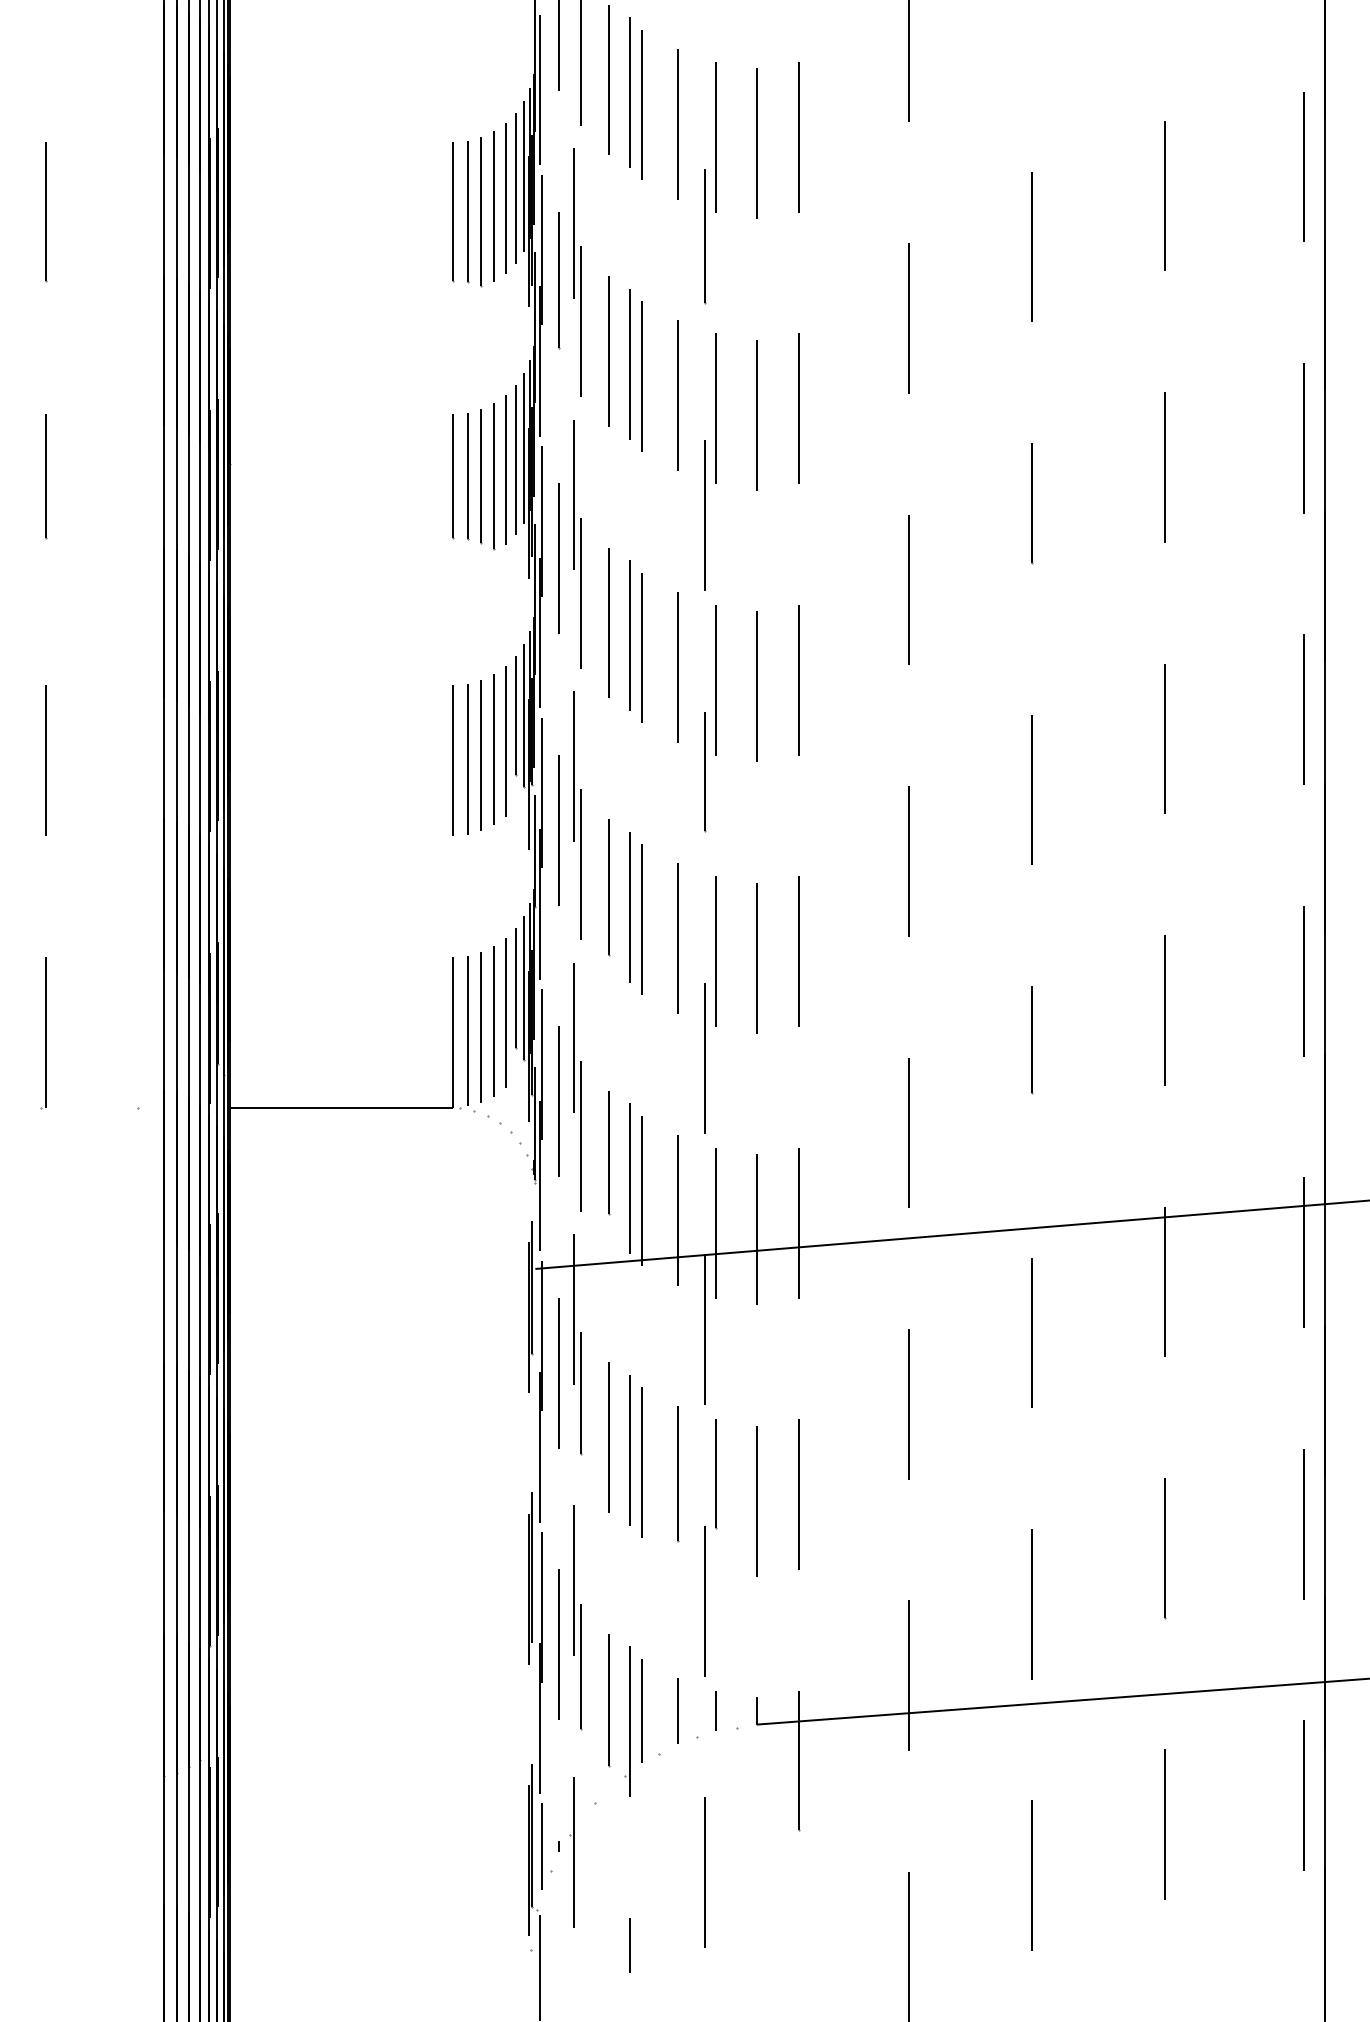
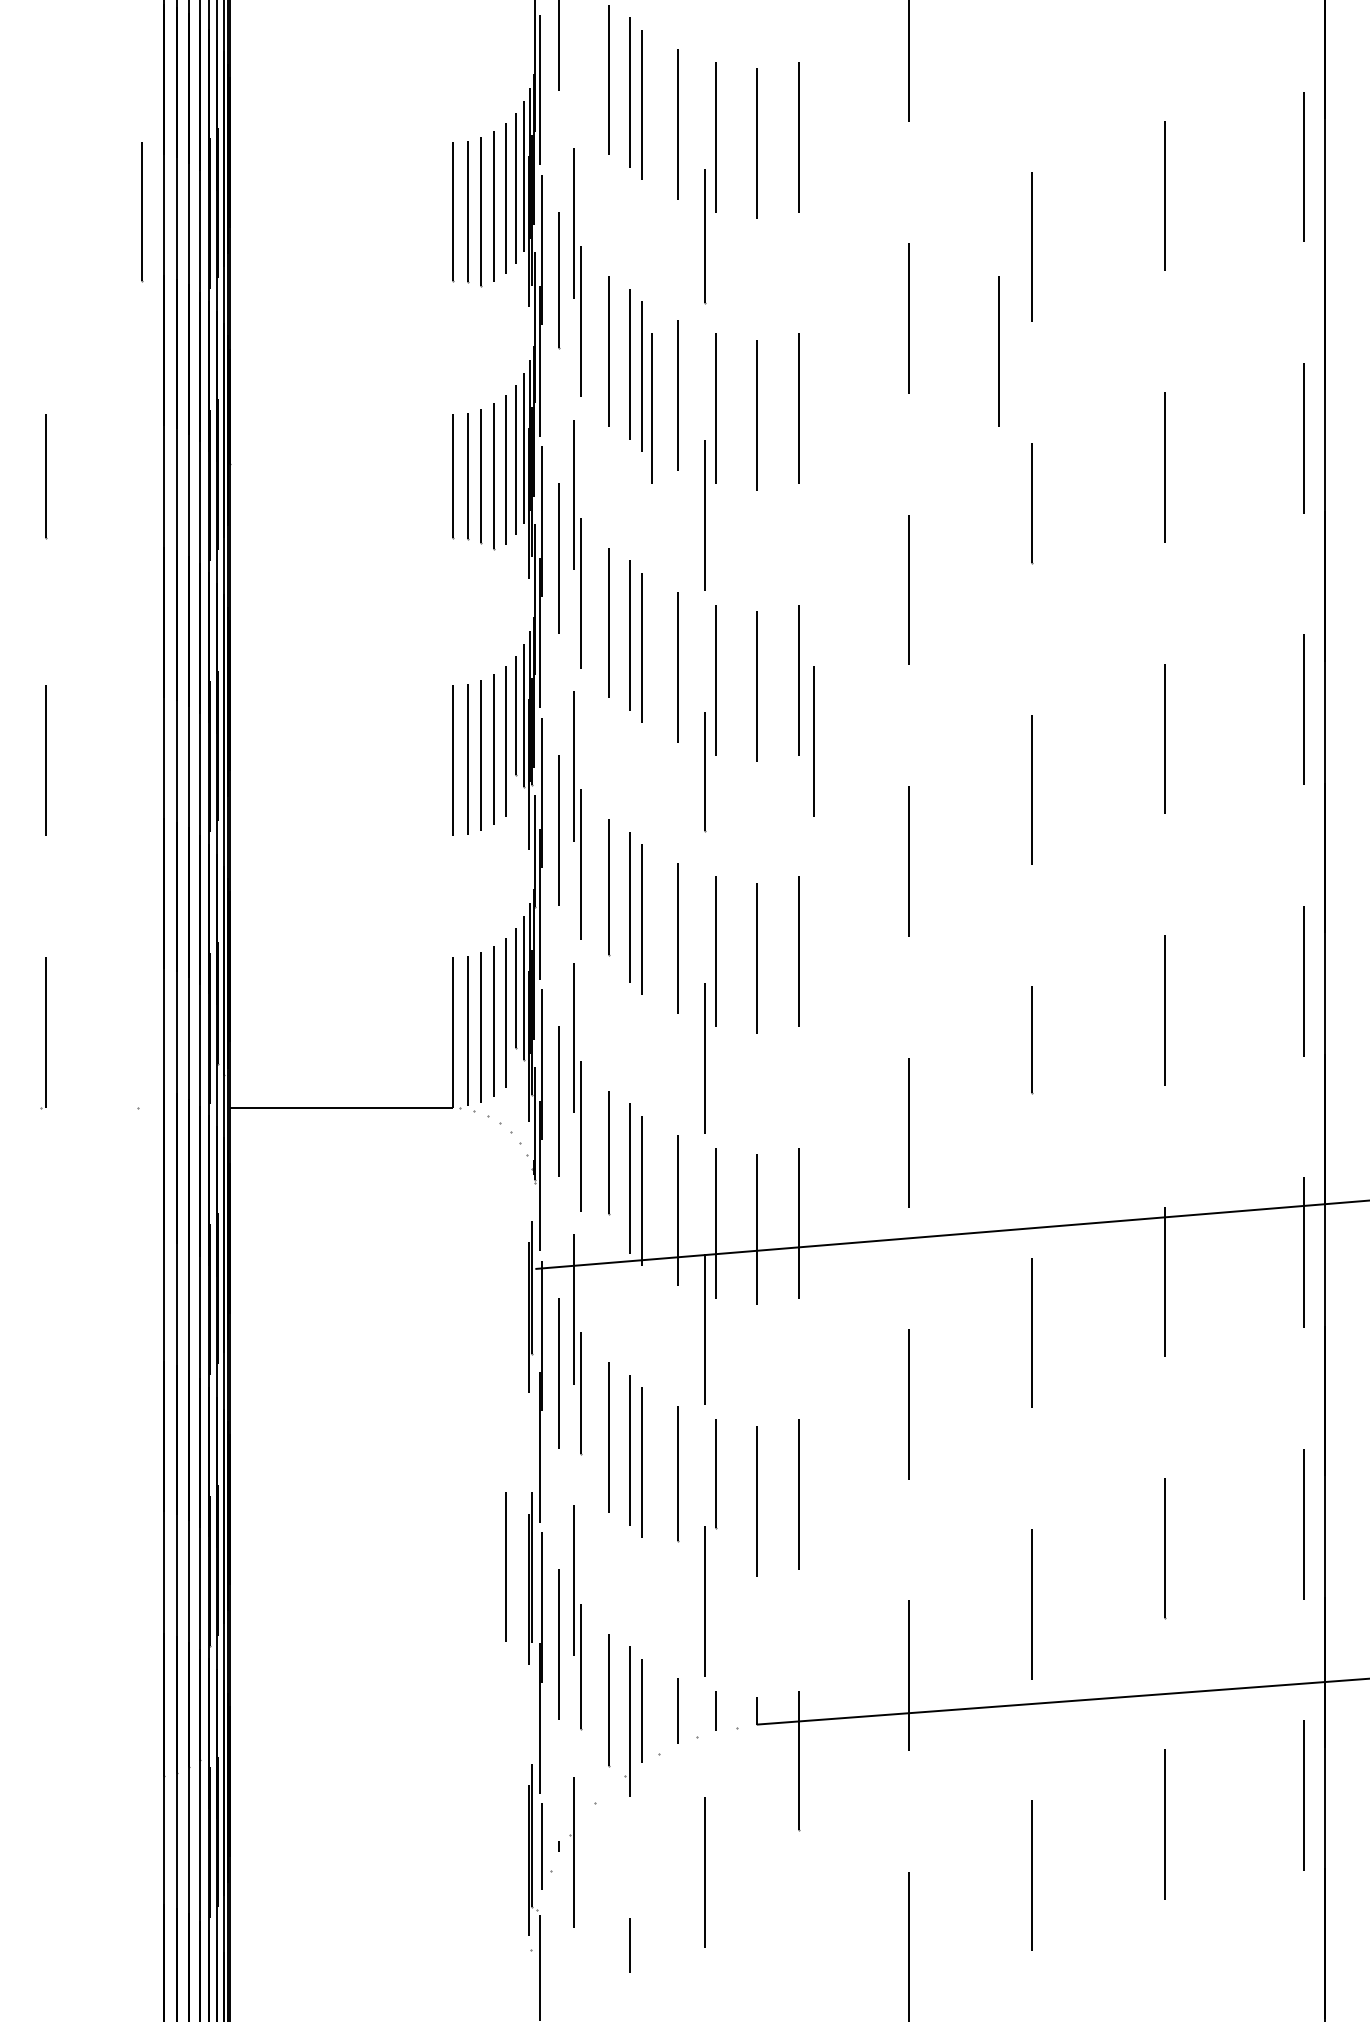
line at (581, 63): present -> none
line at (46, 212) position: (46, 212) -> (142, 212)
line at (998, 351): none -> present
line at (651, 408): none -> present
line at (813, 741): none -> present
line at (505, 1566): none -> present
